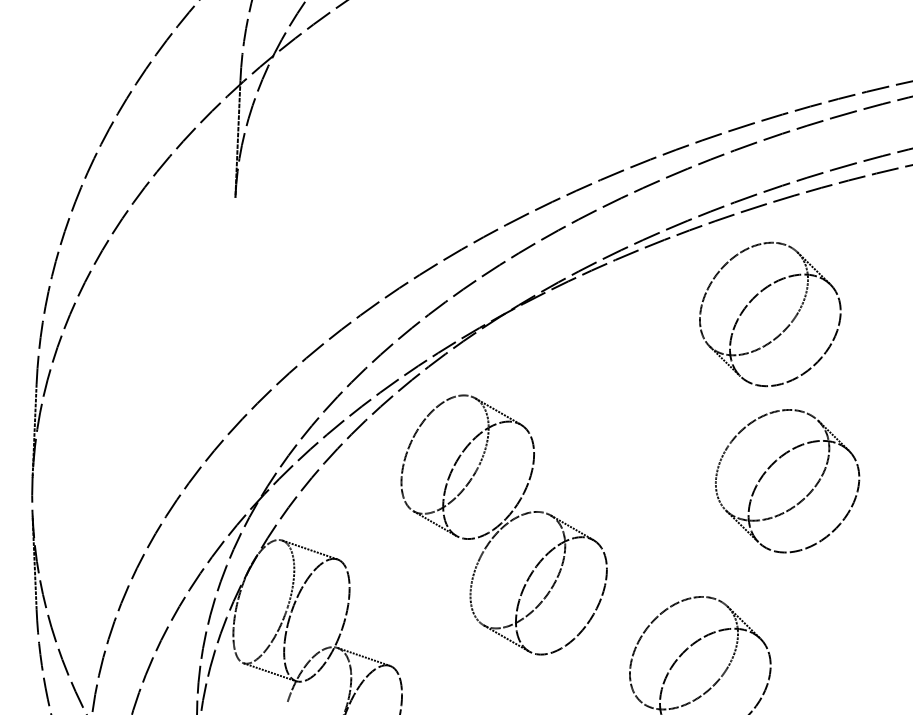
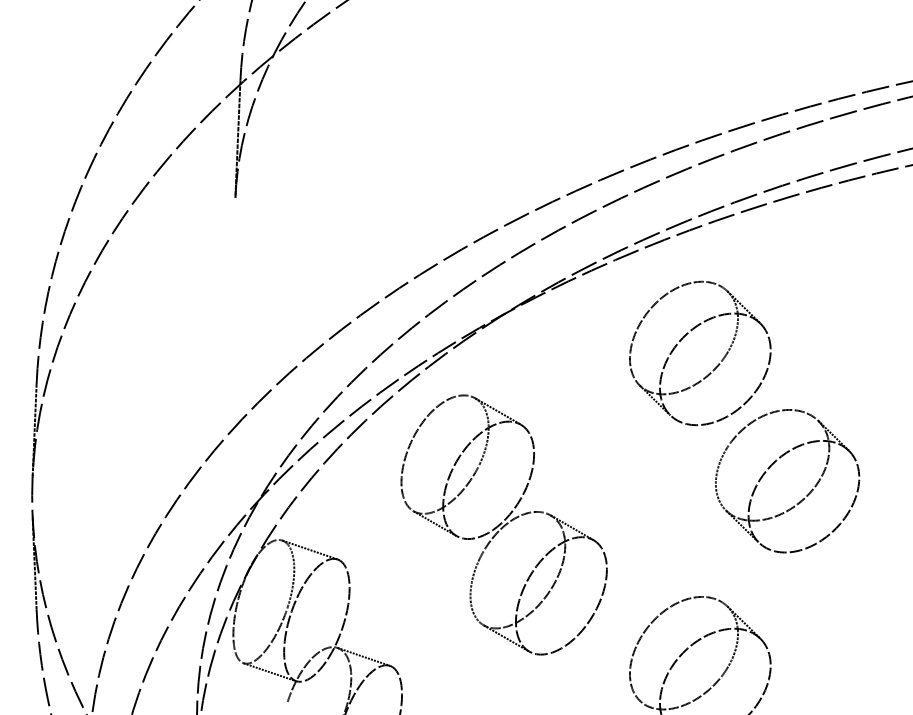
part at (786, 326) position: (786, 326) -> (716, 365)
